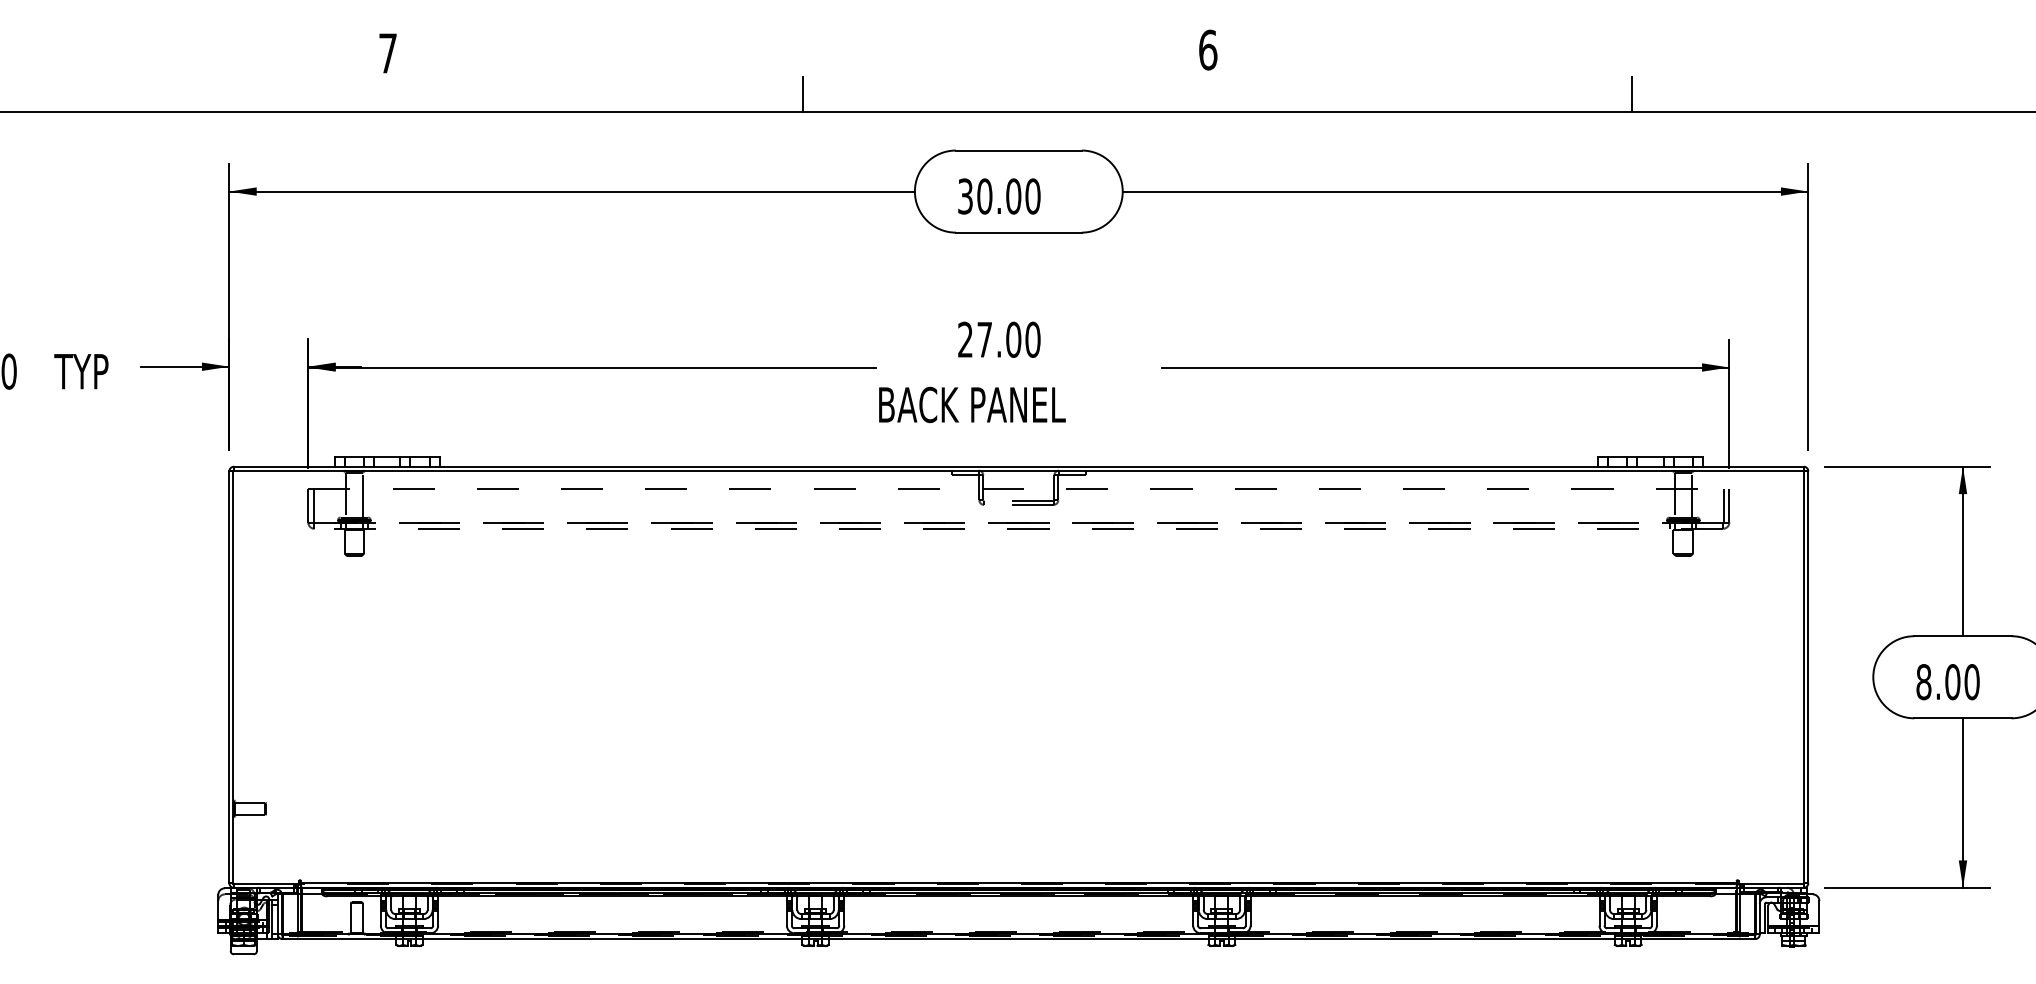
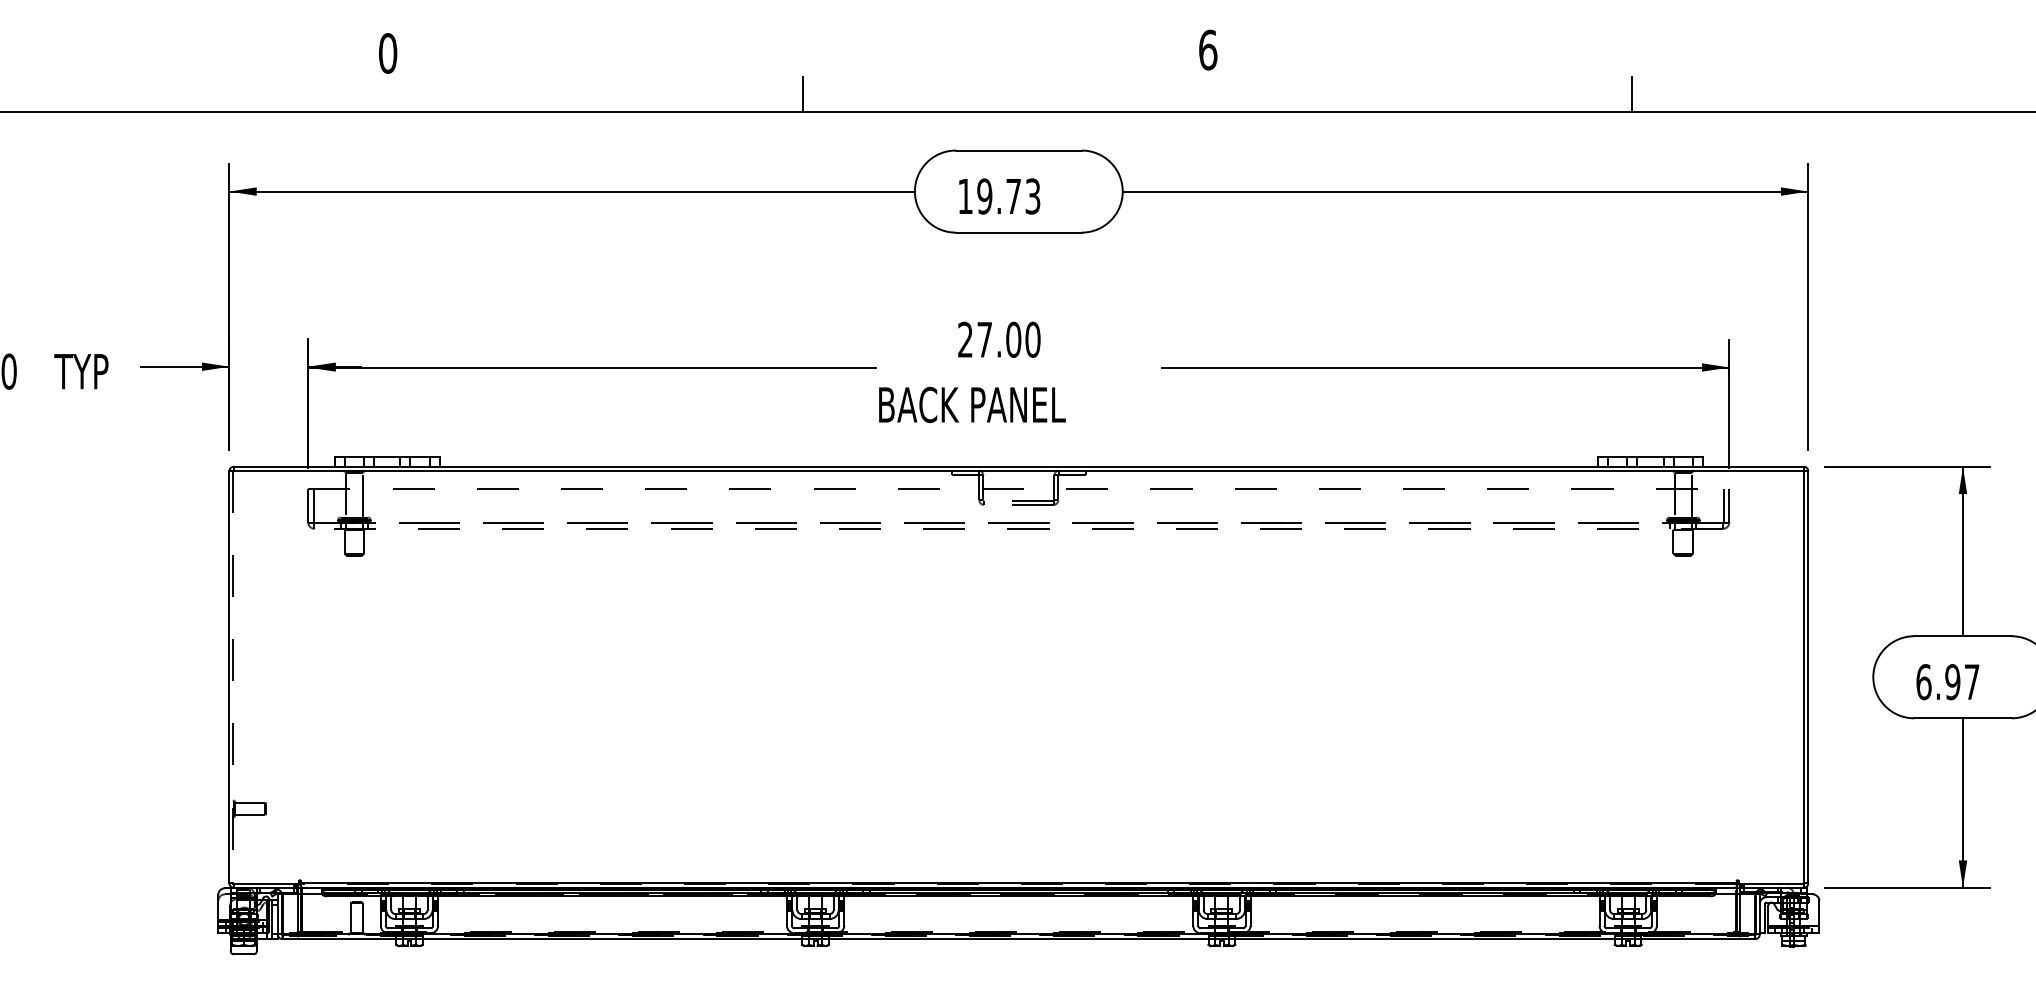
text at (388, 53): 7 -> 0
text at (999, 196): 30.00 -> 19.73
line at (233, 677): solid -> dashed
text at (1947, 682): 8.00 -> 6.97
